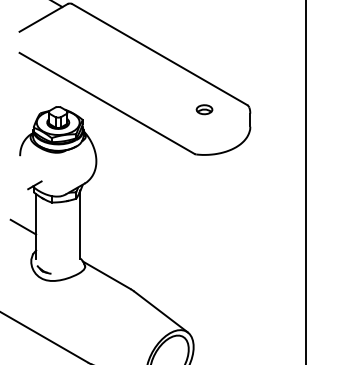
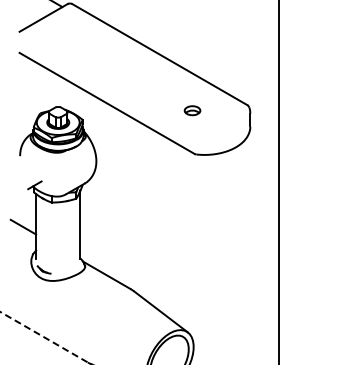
part at (204, 109) position: (204, 109) -> (192, 110)
line at (306, 181) position: (306, 181) -> (279, 181)
line at (44, 337): solid -> dashed
